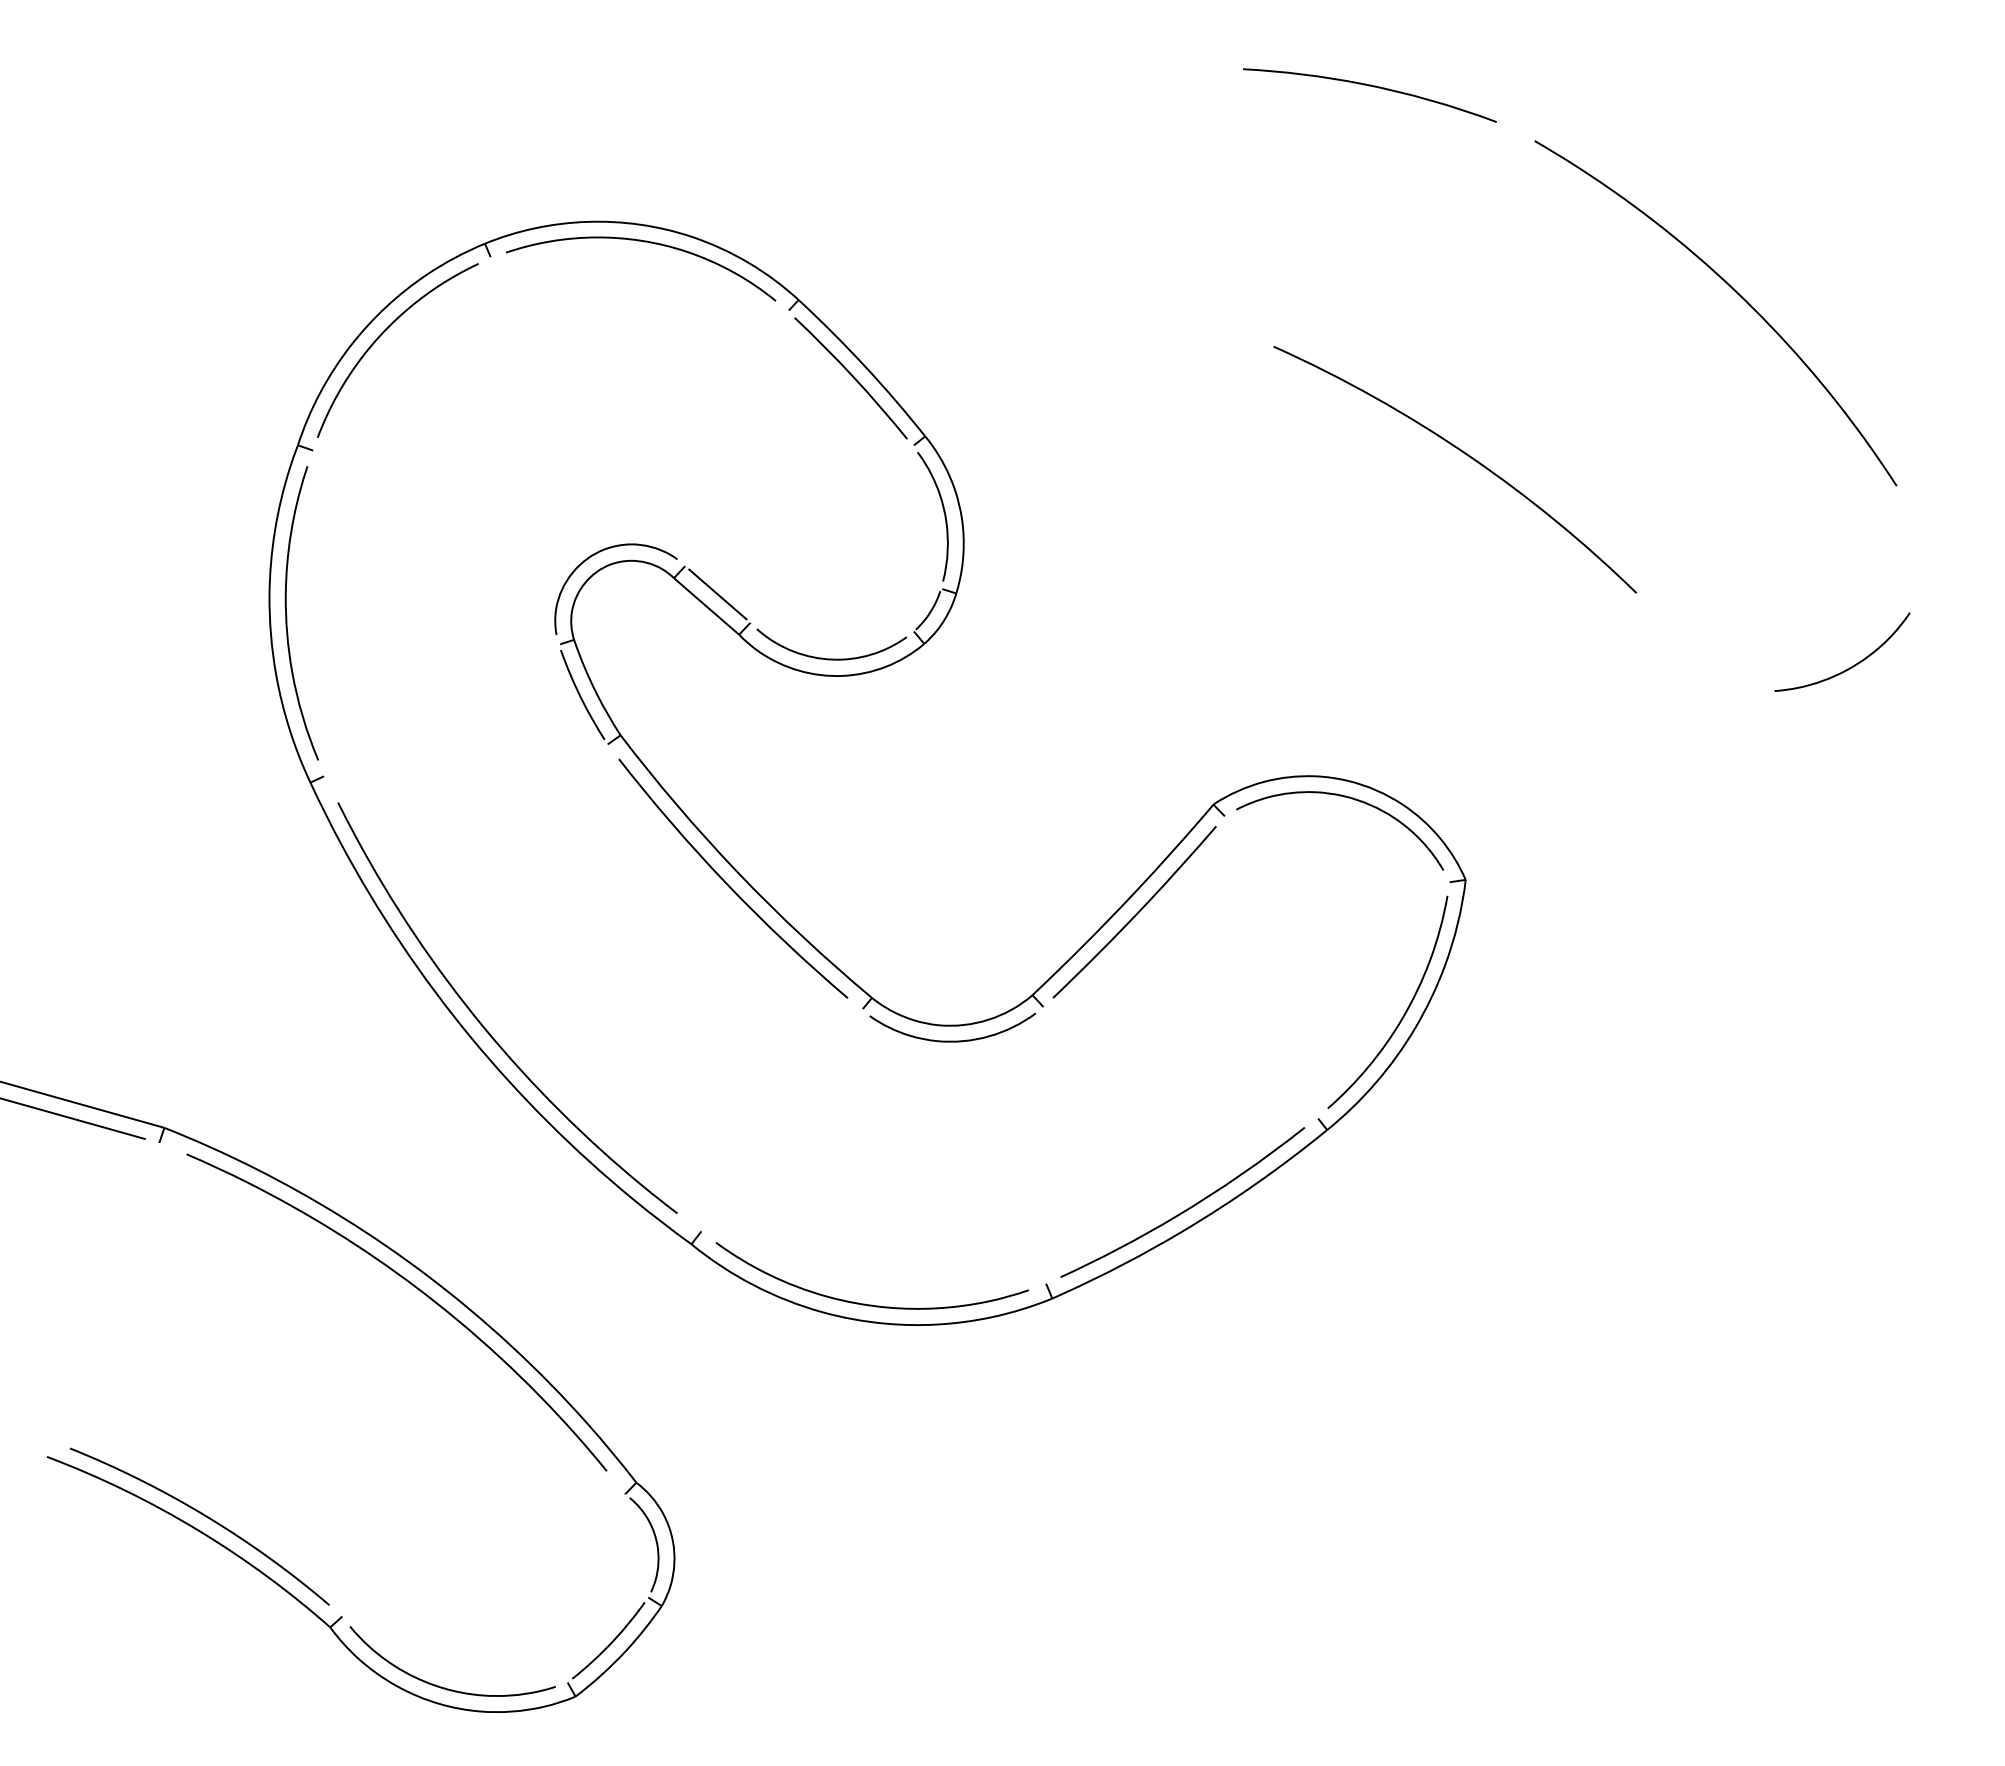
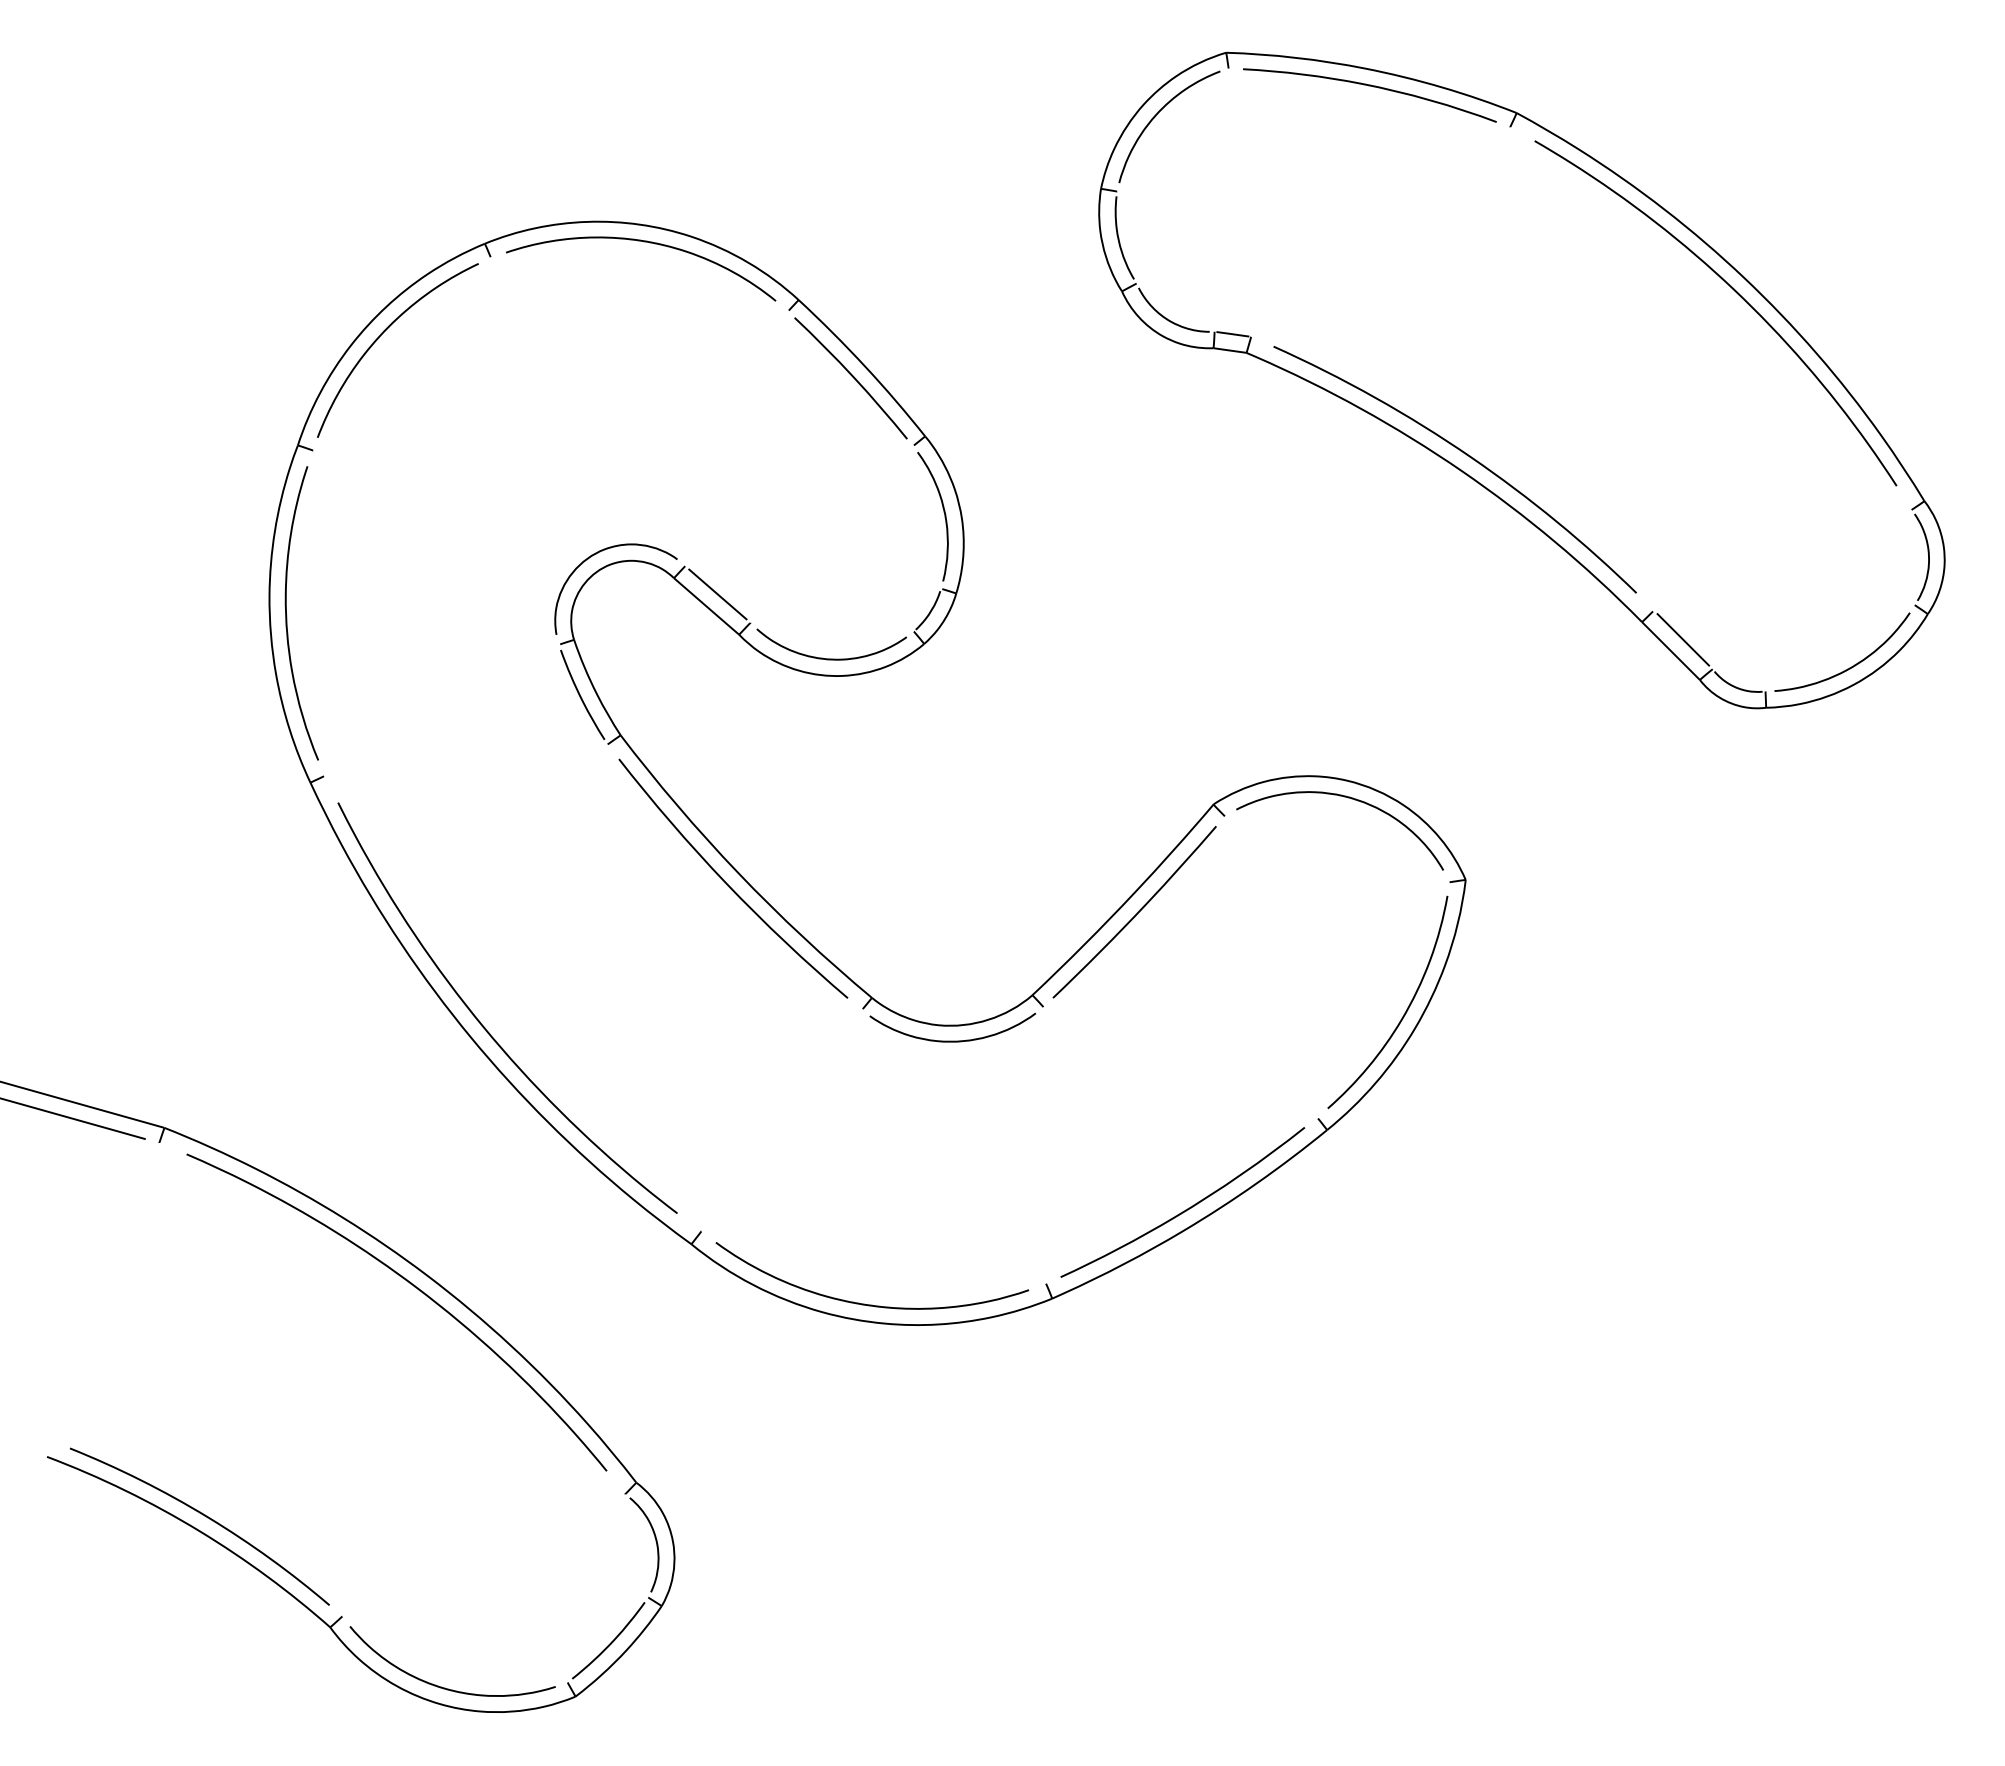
part at (1521, 380): none -> present
